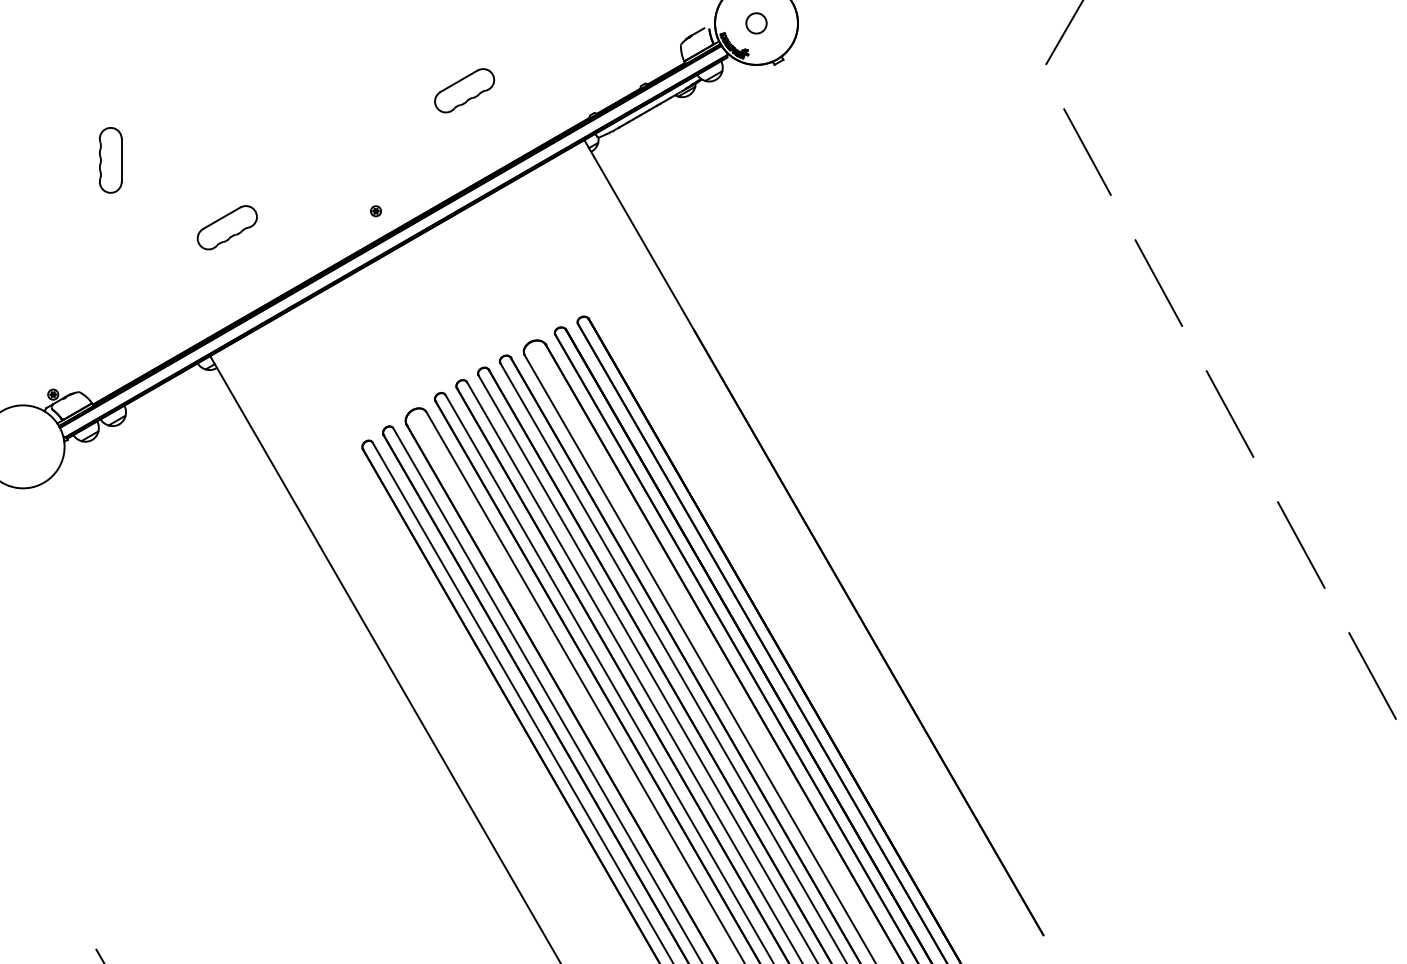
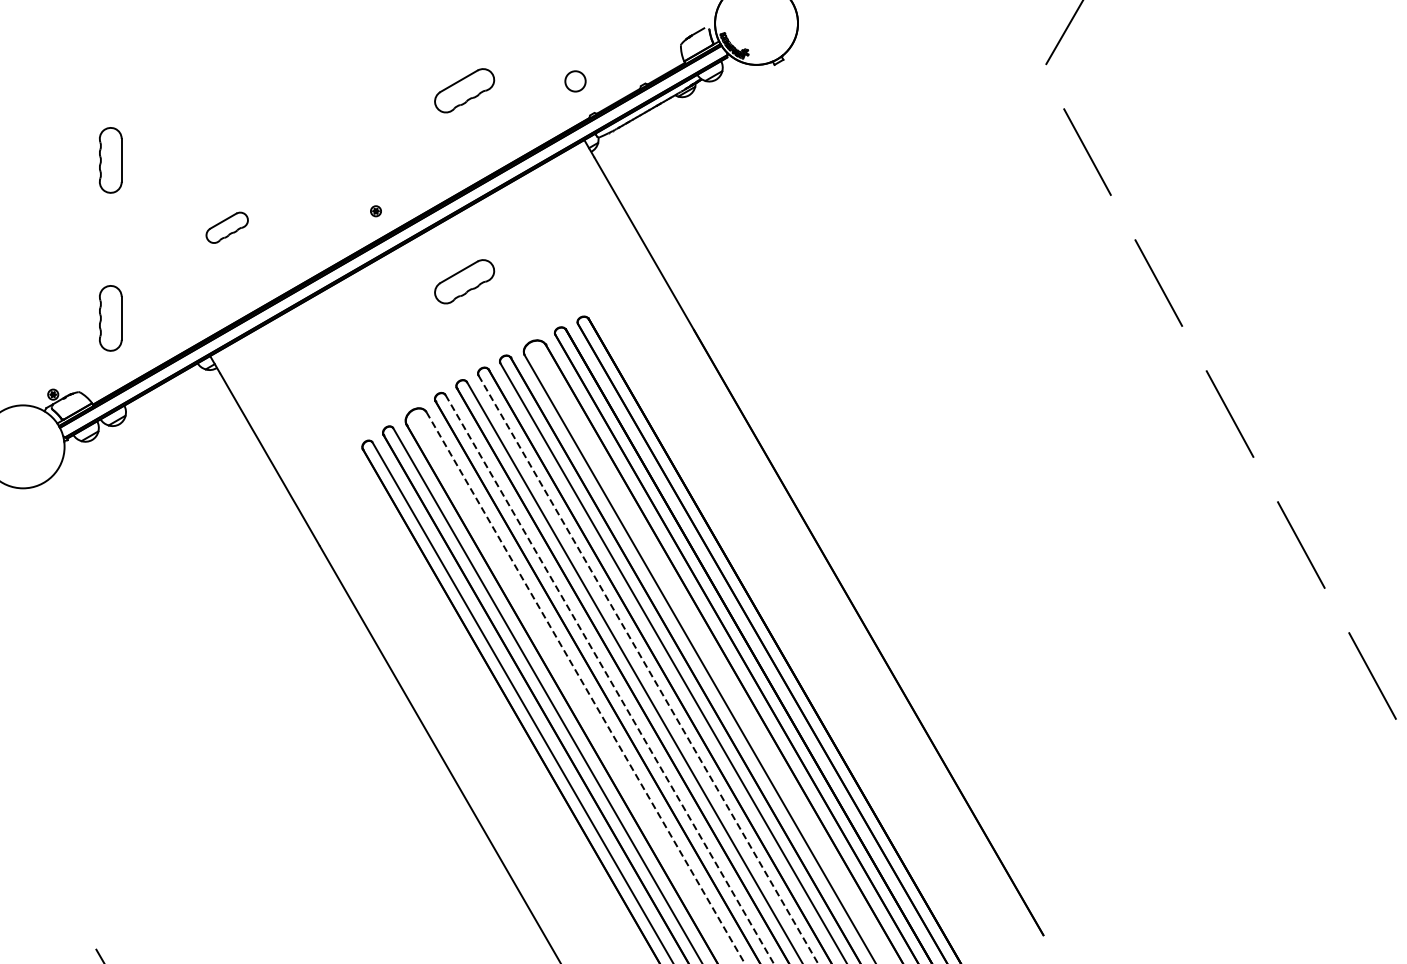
circle at (756, 23) position: (756, 23) -> (575, 81)
part at (226, 227) size: 62x46 px -> 44x33 px
part at (464, 281): none -> present
part at (110, 318): none -> present
line at (648, 670): solid -> dashed
line at (609, 679): solid -> dashed
line at (585, 688): solid -> dashed
